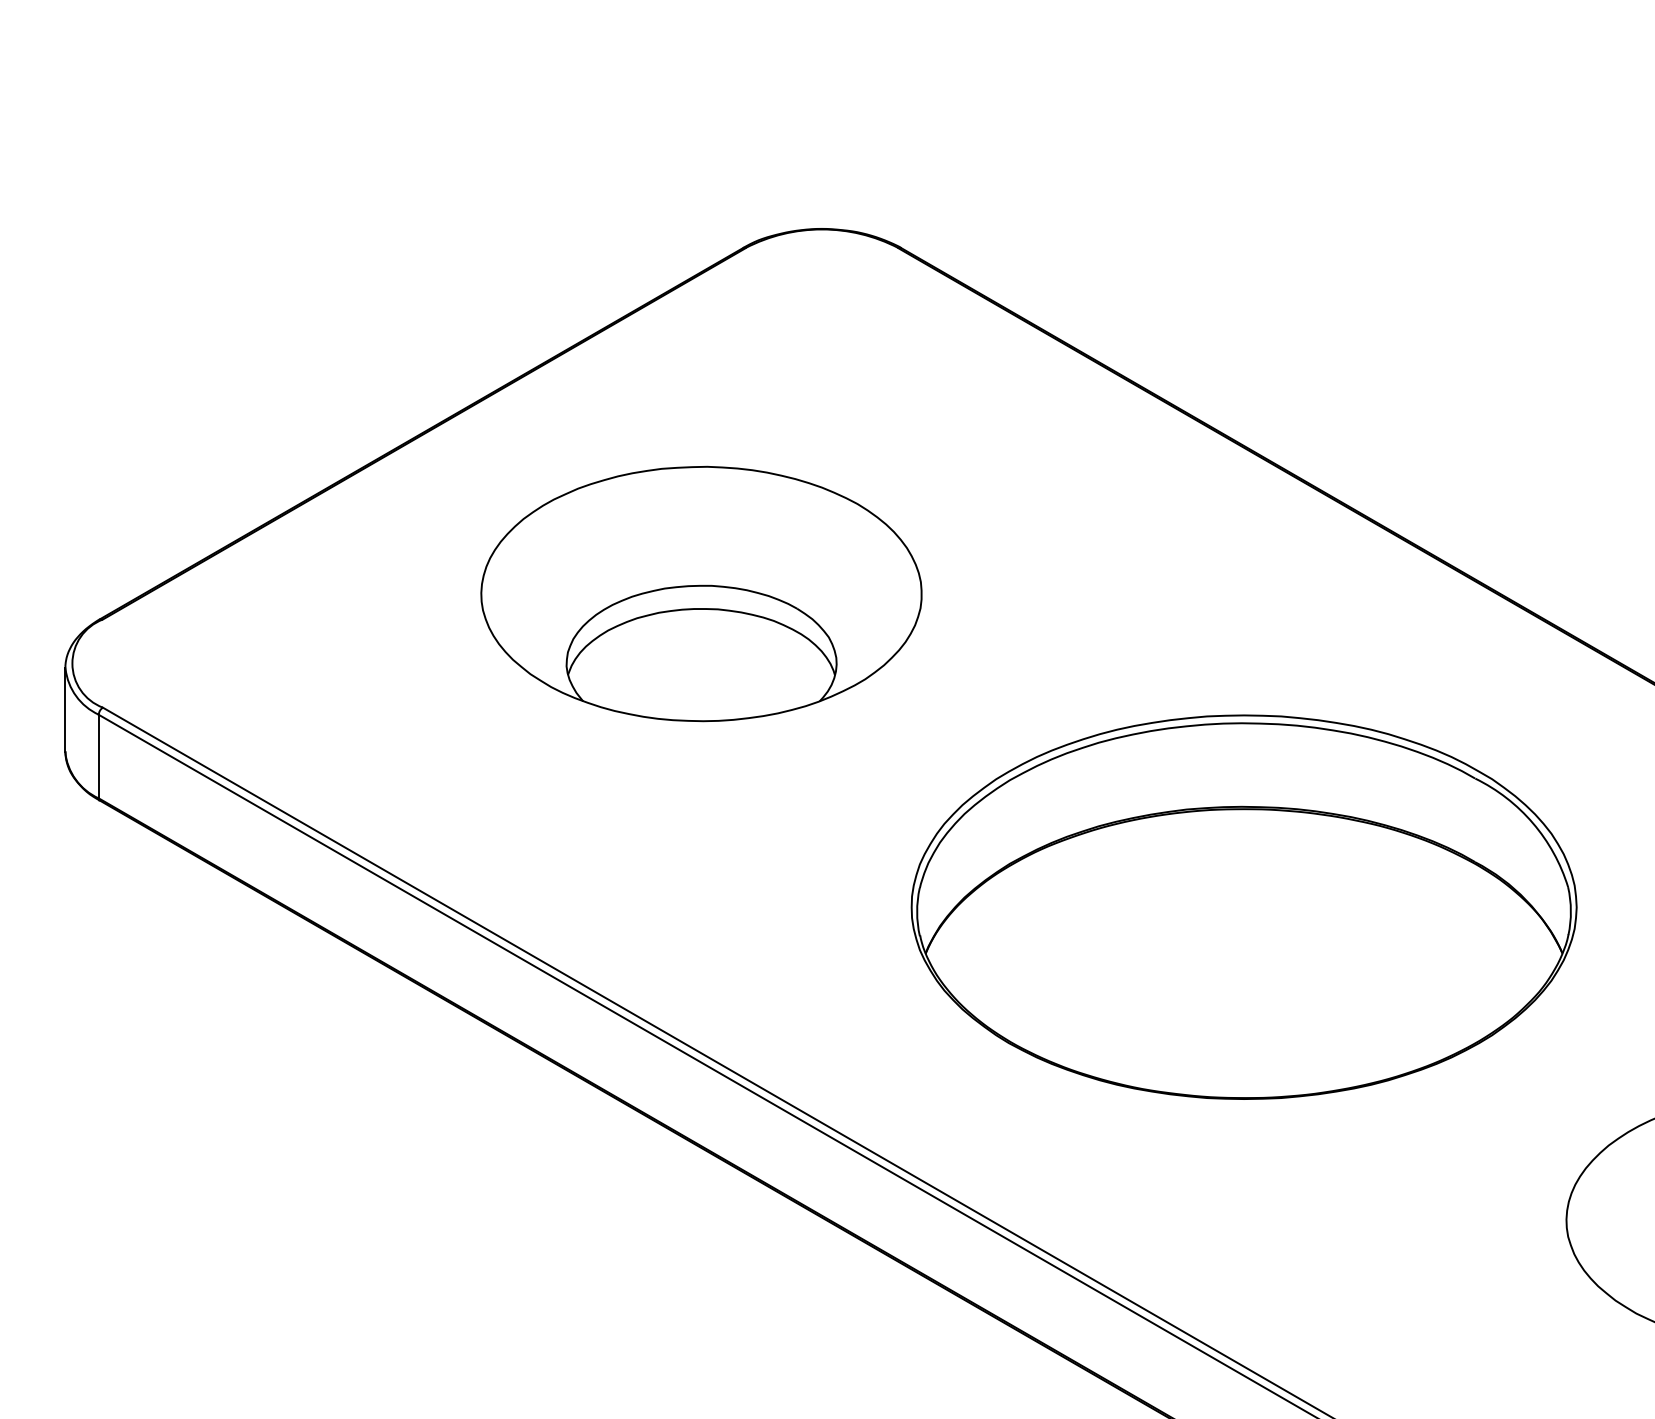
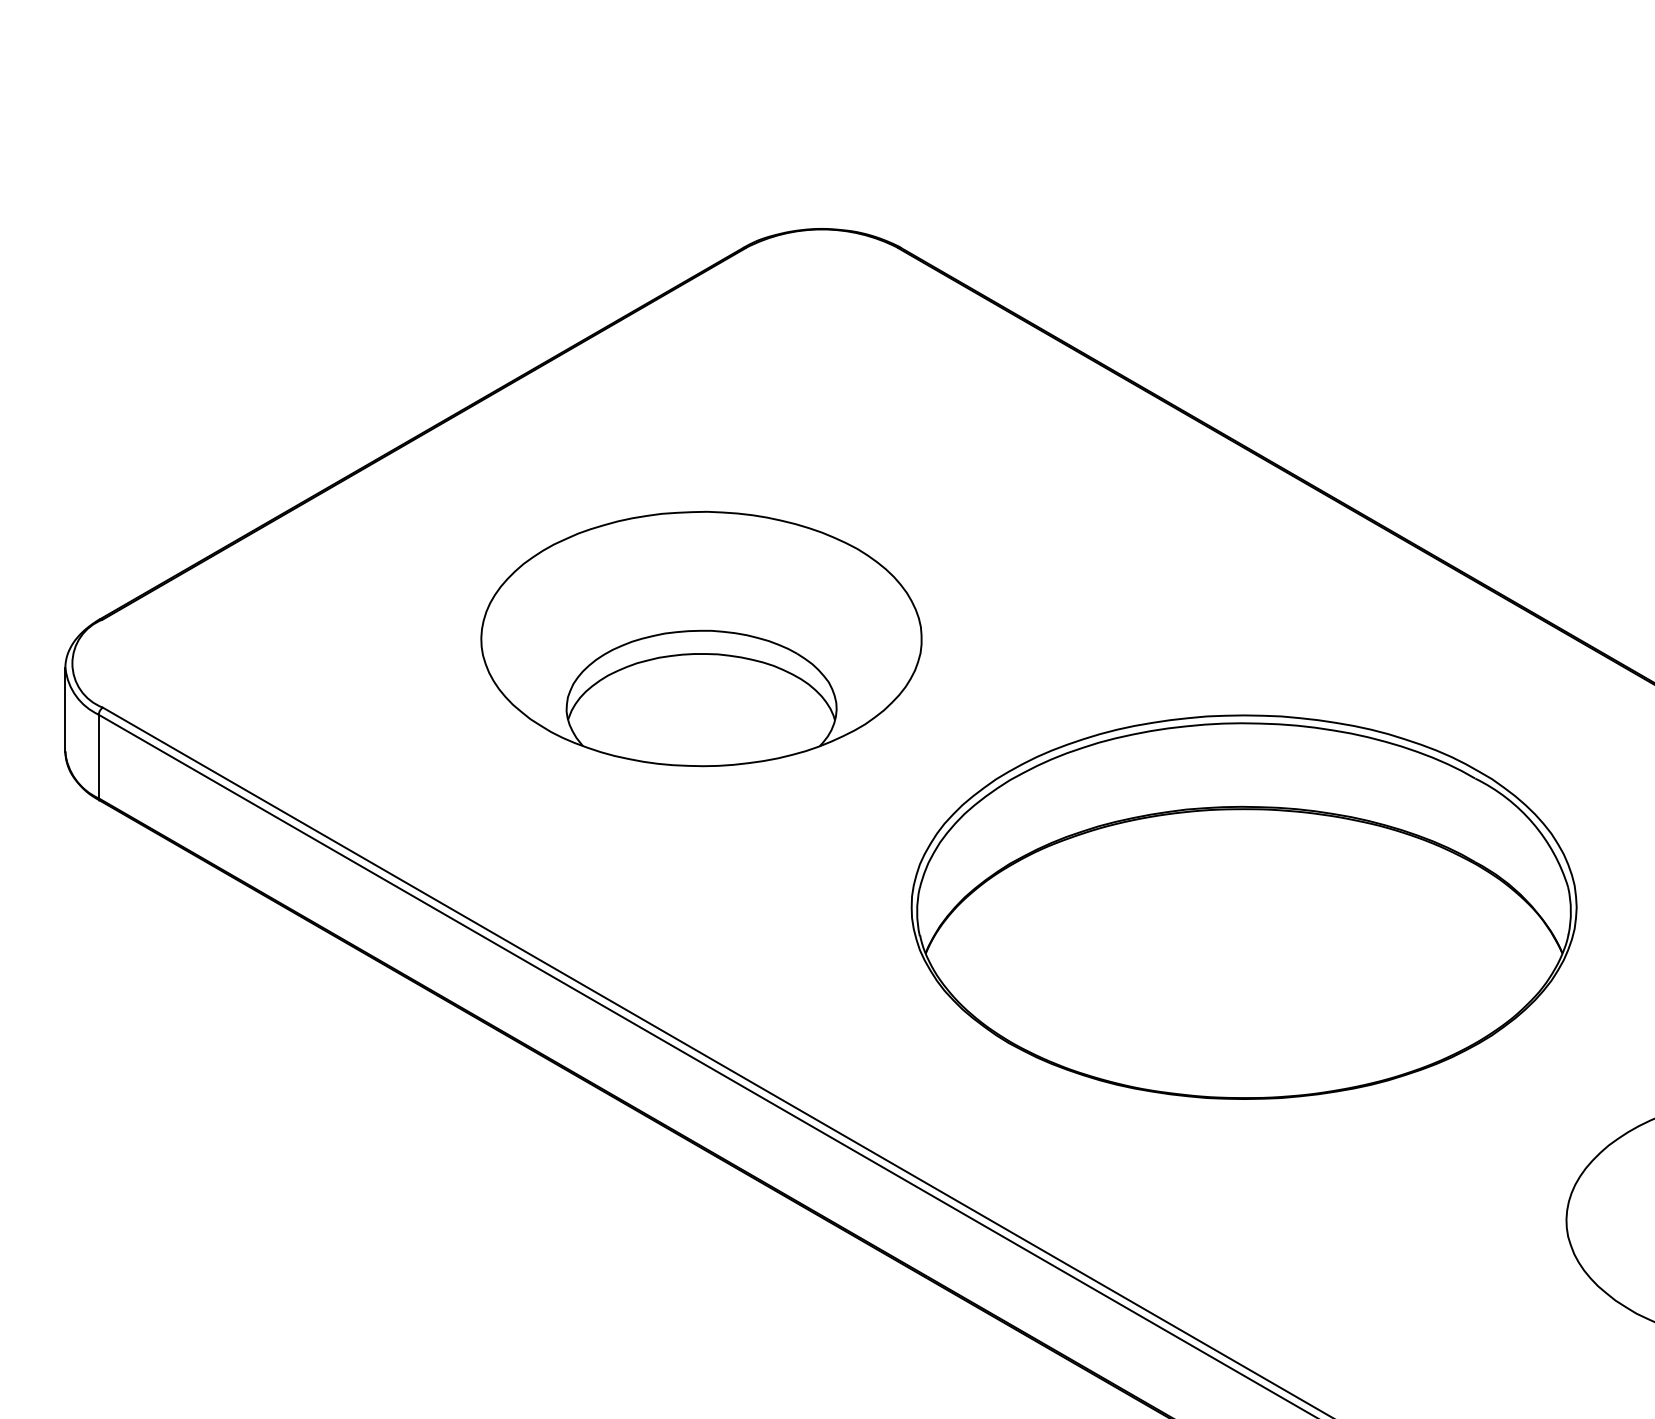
part at (701, 593) position: (701, 593) -> (701, 638)
